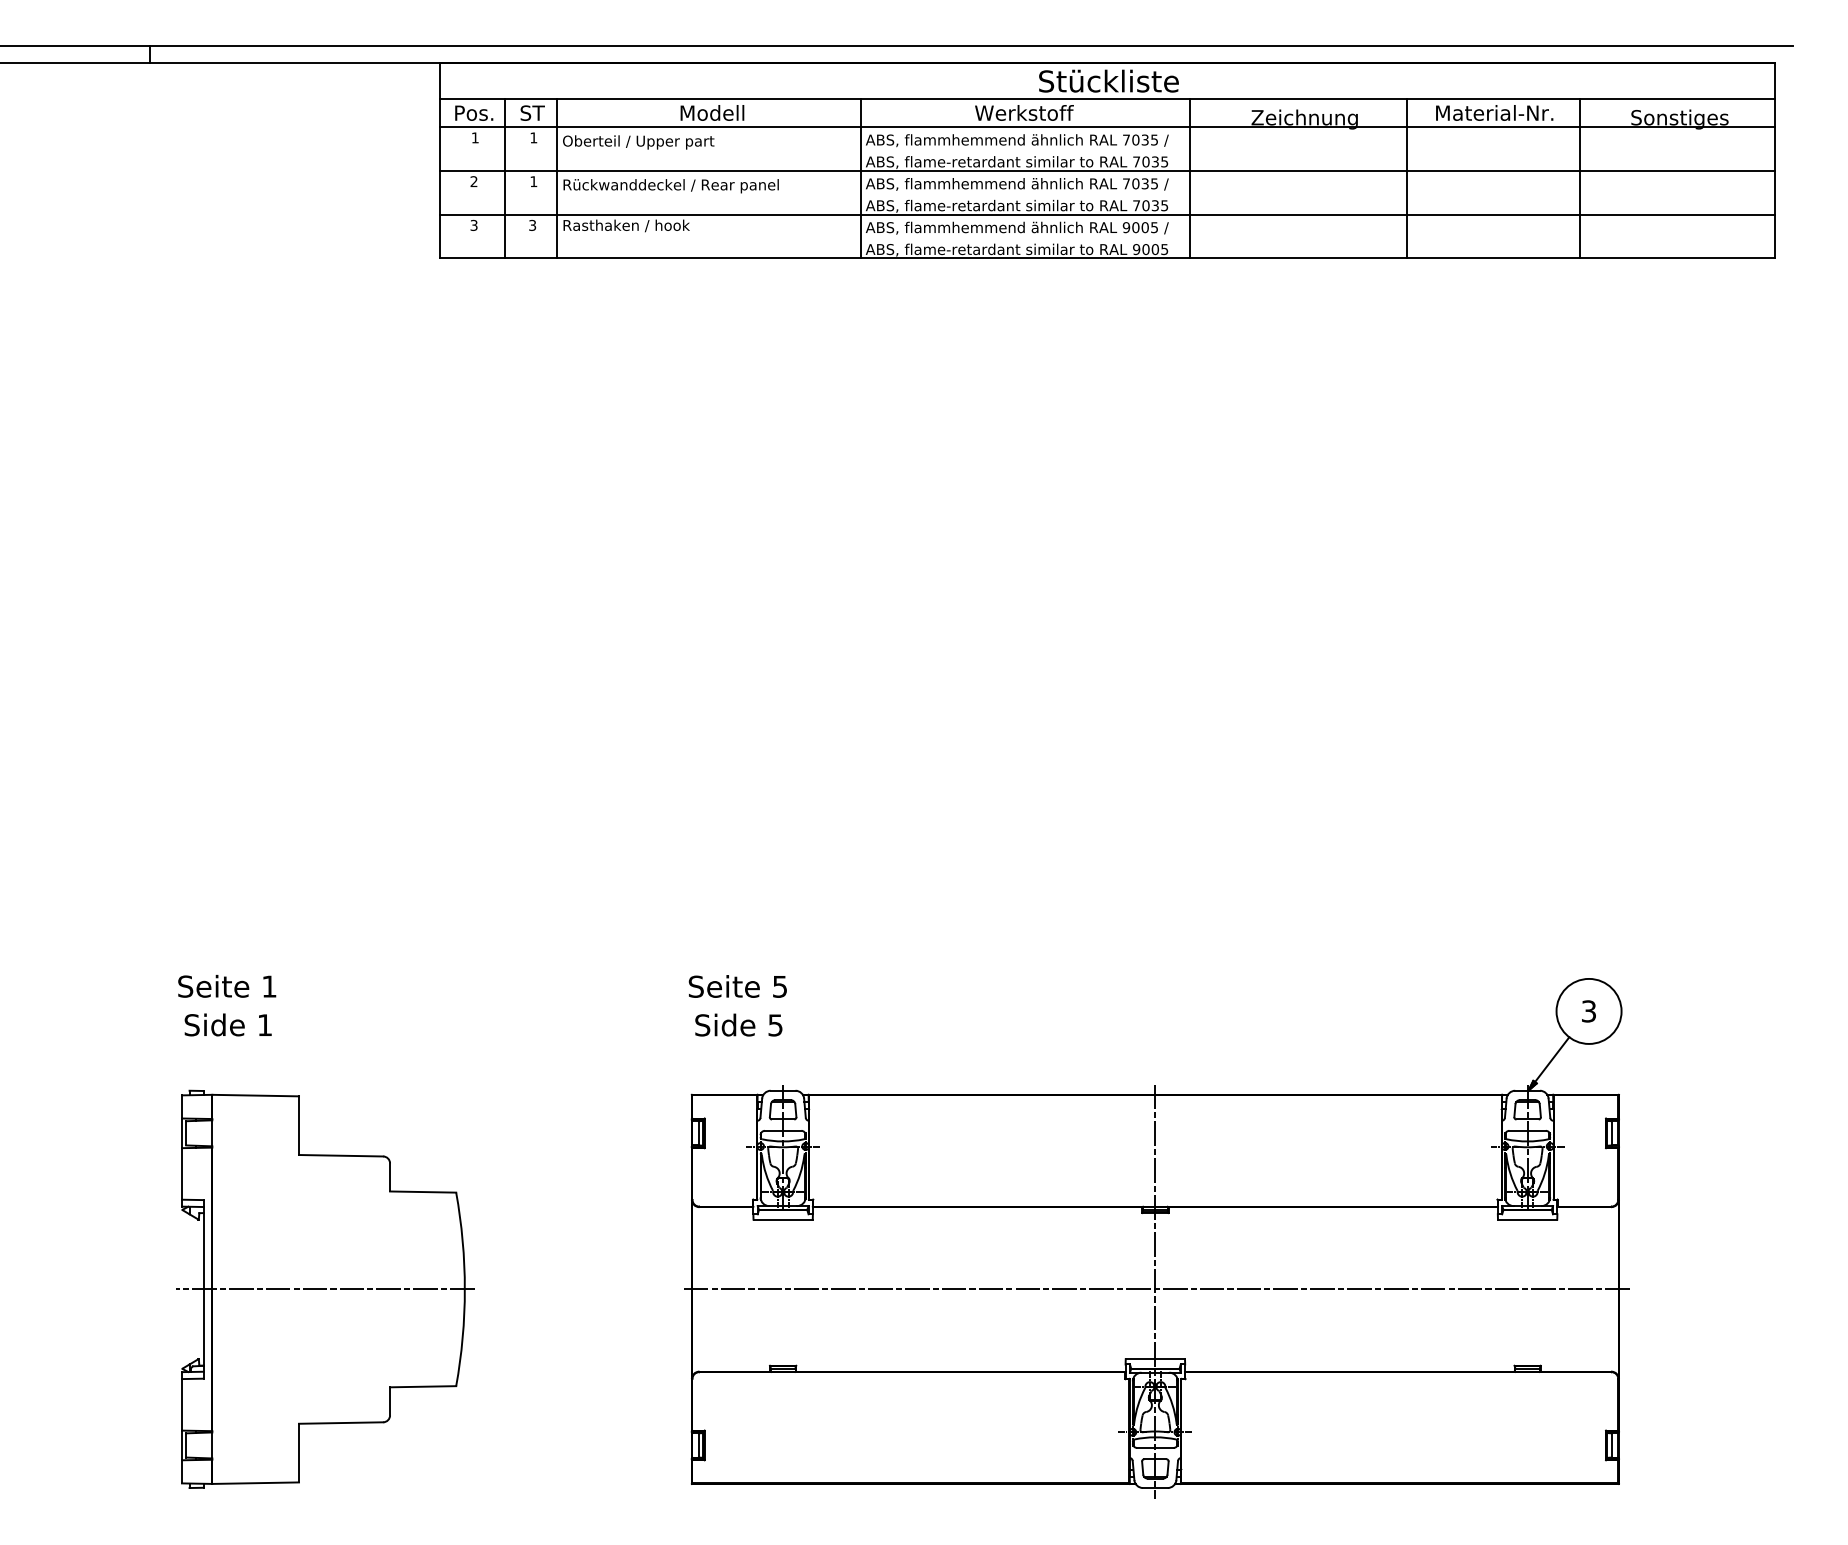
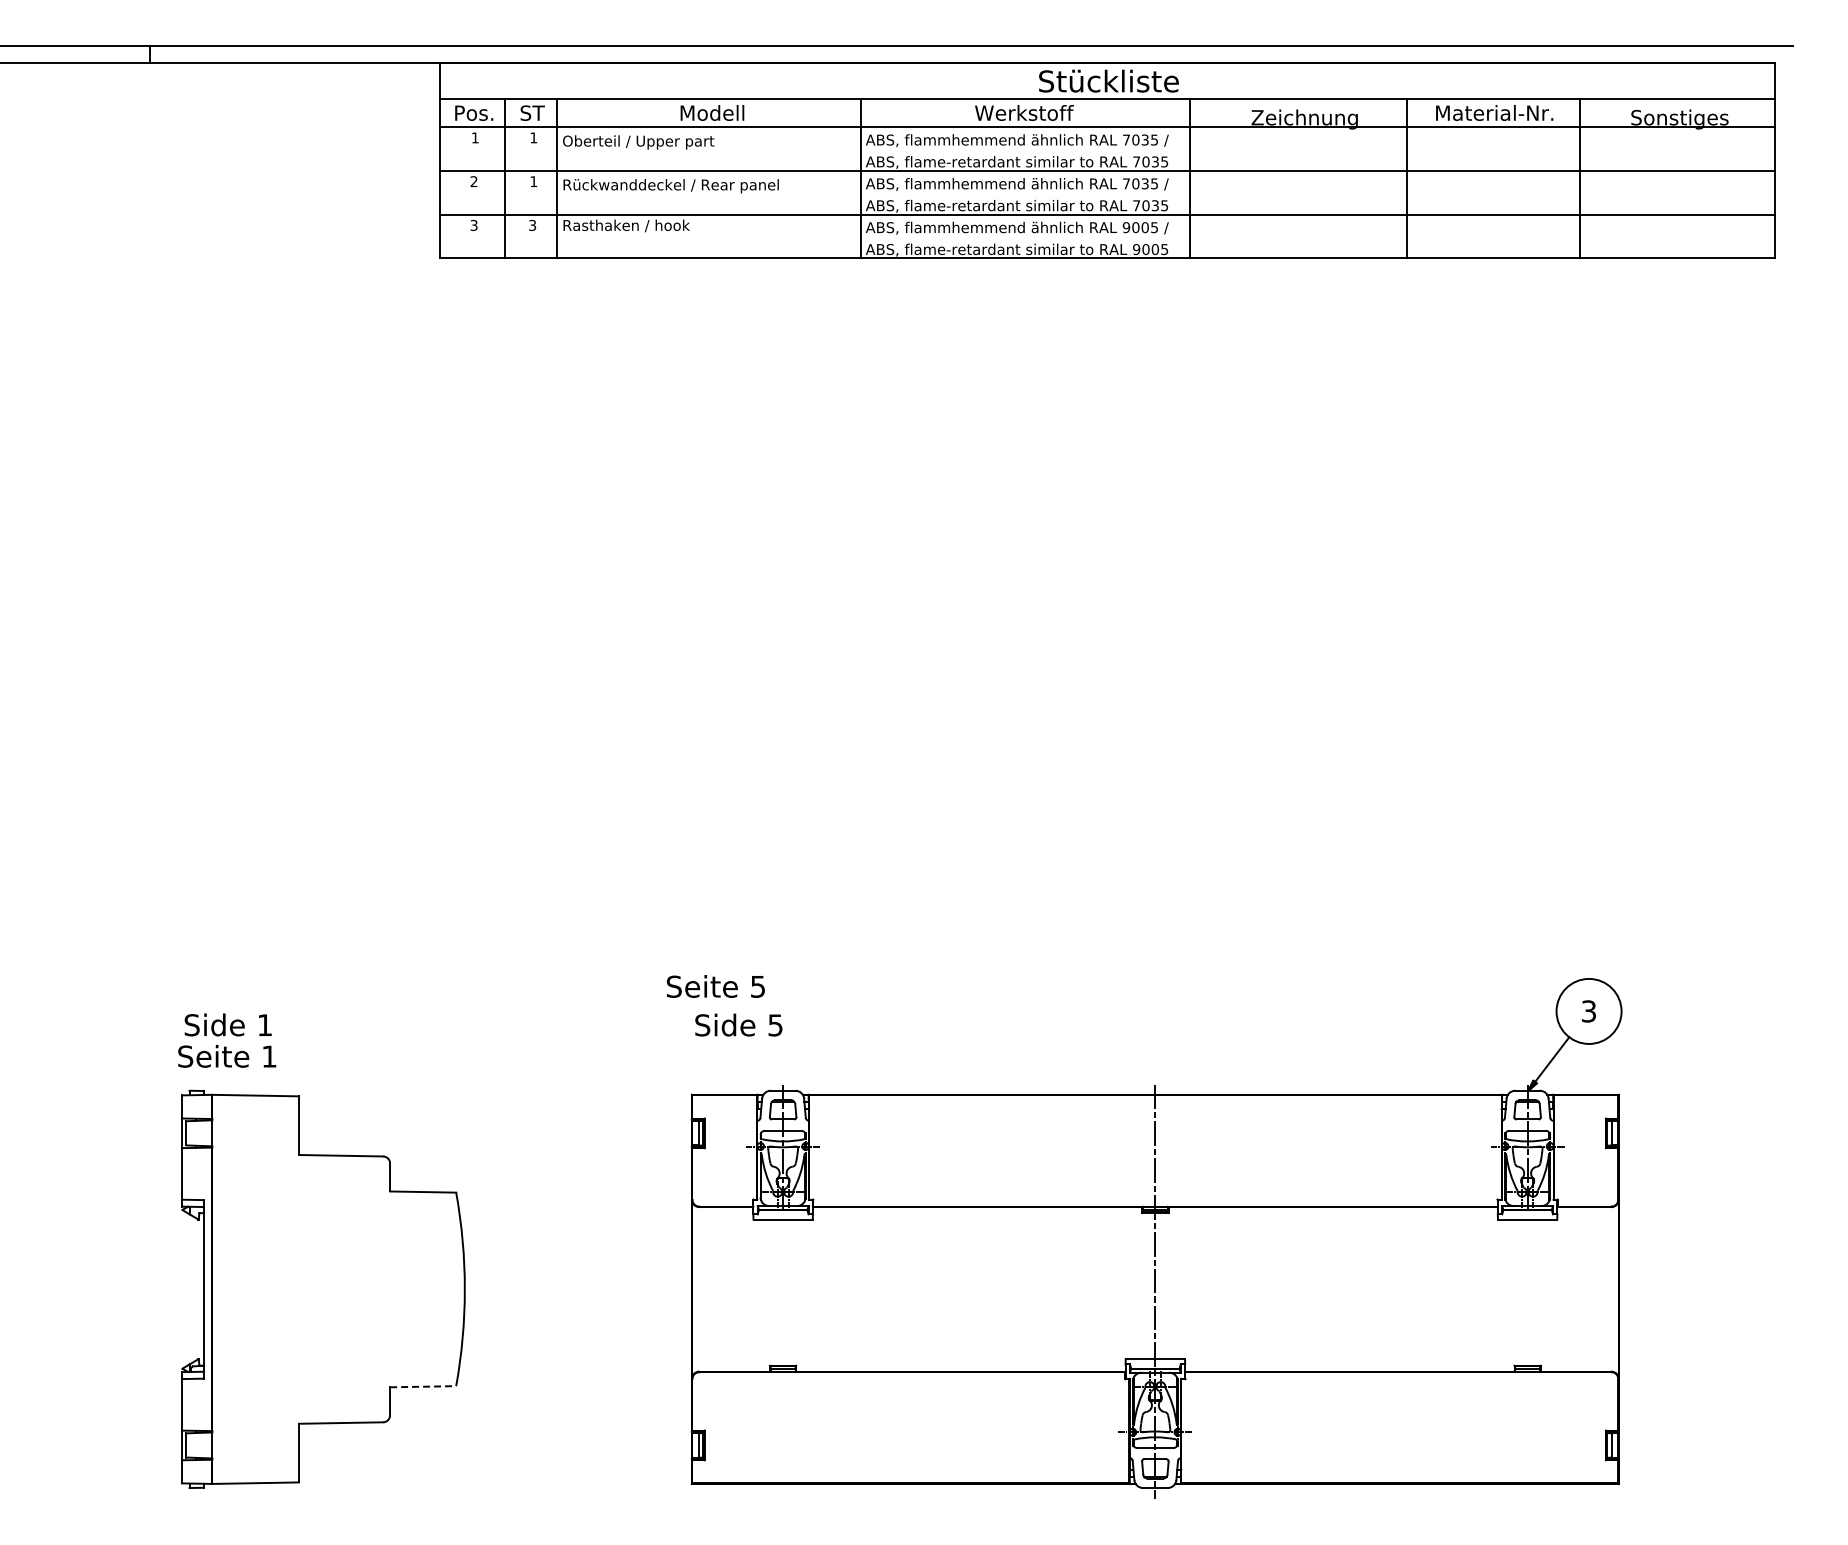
text at (227, 986) position: (227, 986) -> (227, 1056)
text at (737, 986) position: (737, 986) -> (715, 986)
line at (325, 1289): present -> none
line at (1155, 1289): present -> none
line at (423, 1386): solid -> dashed
